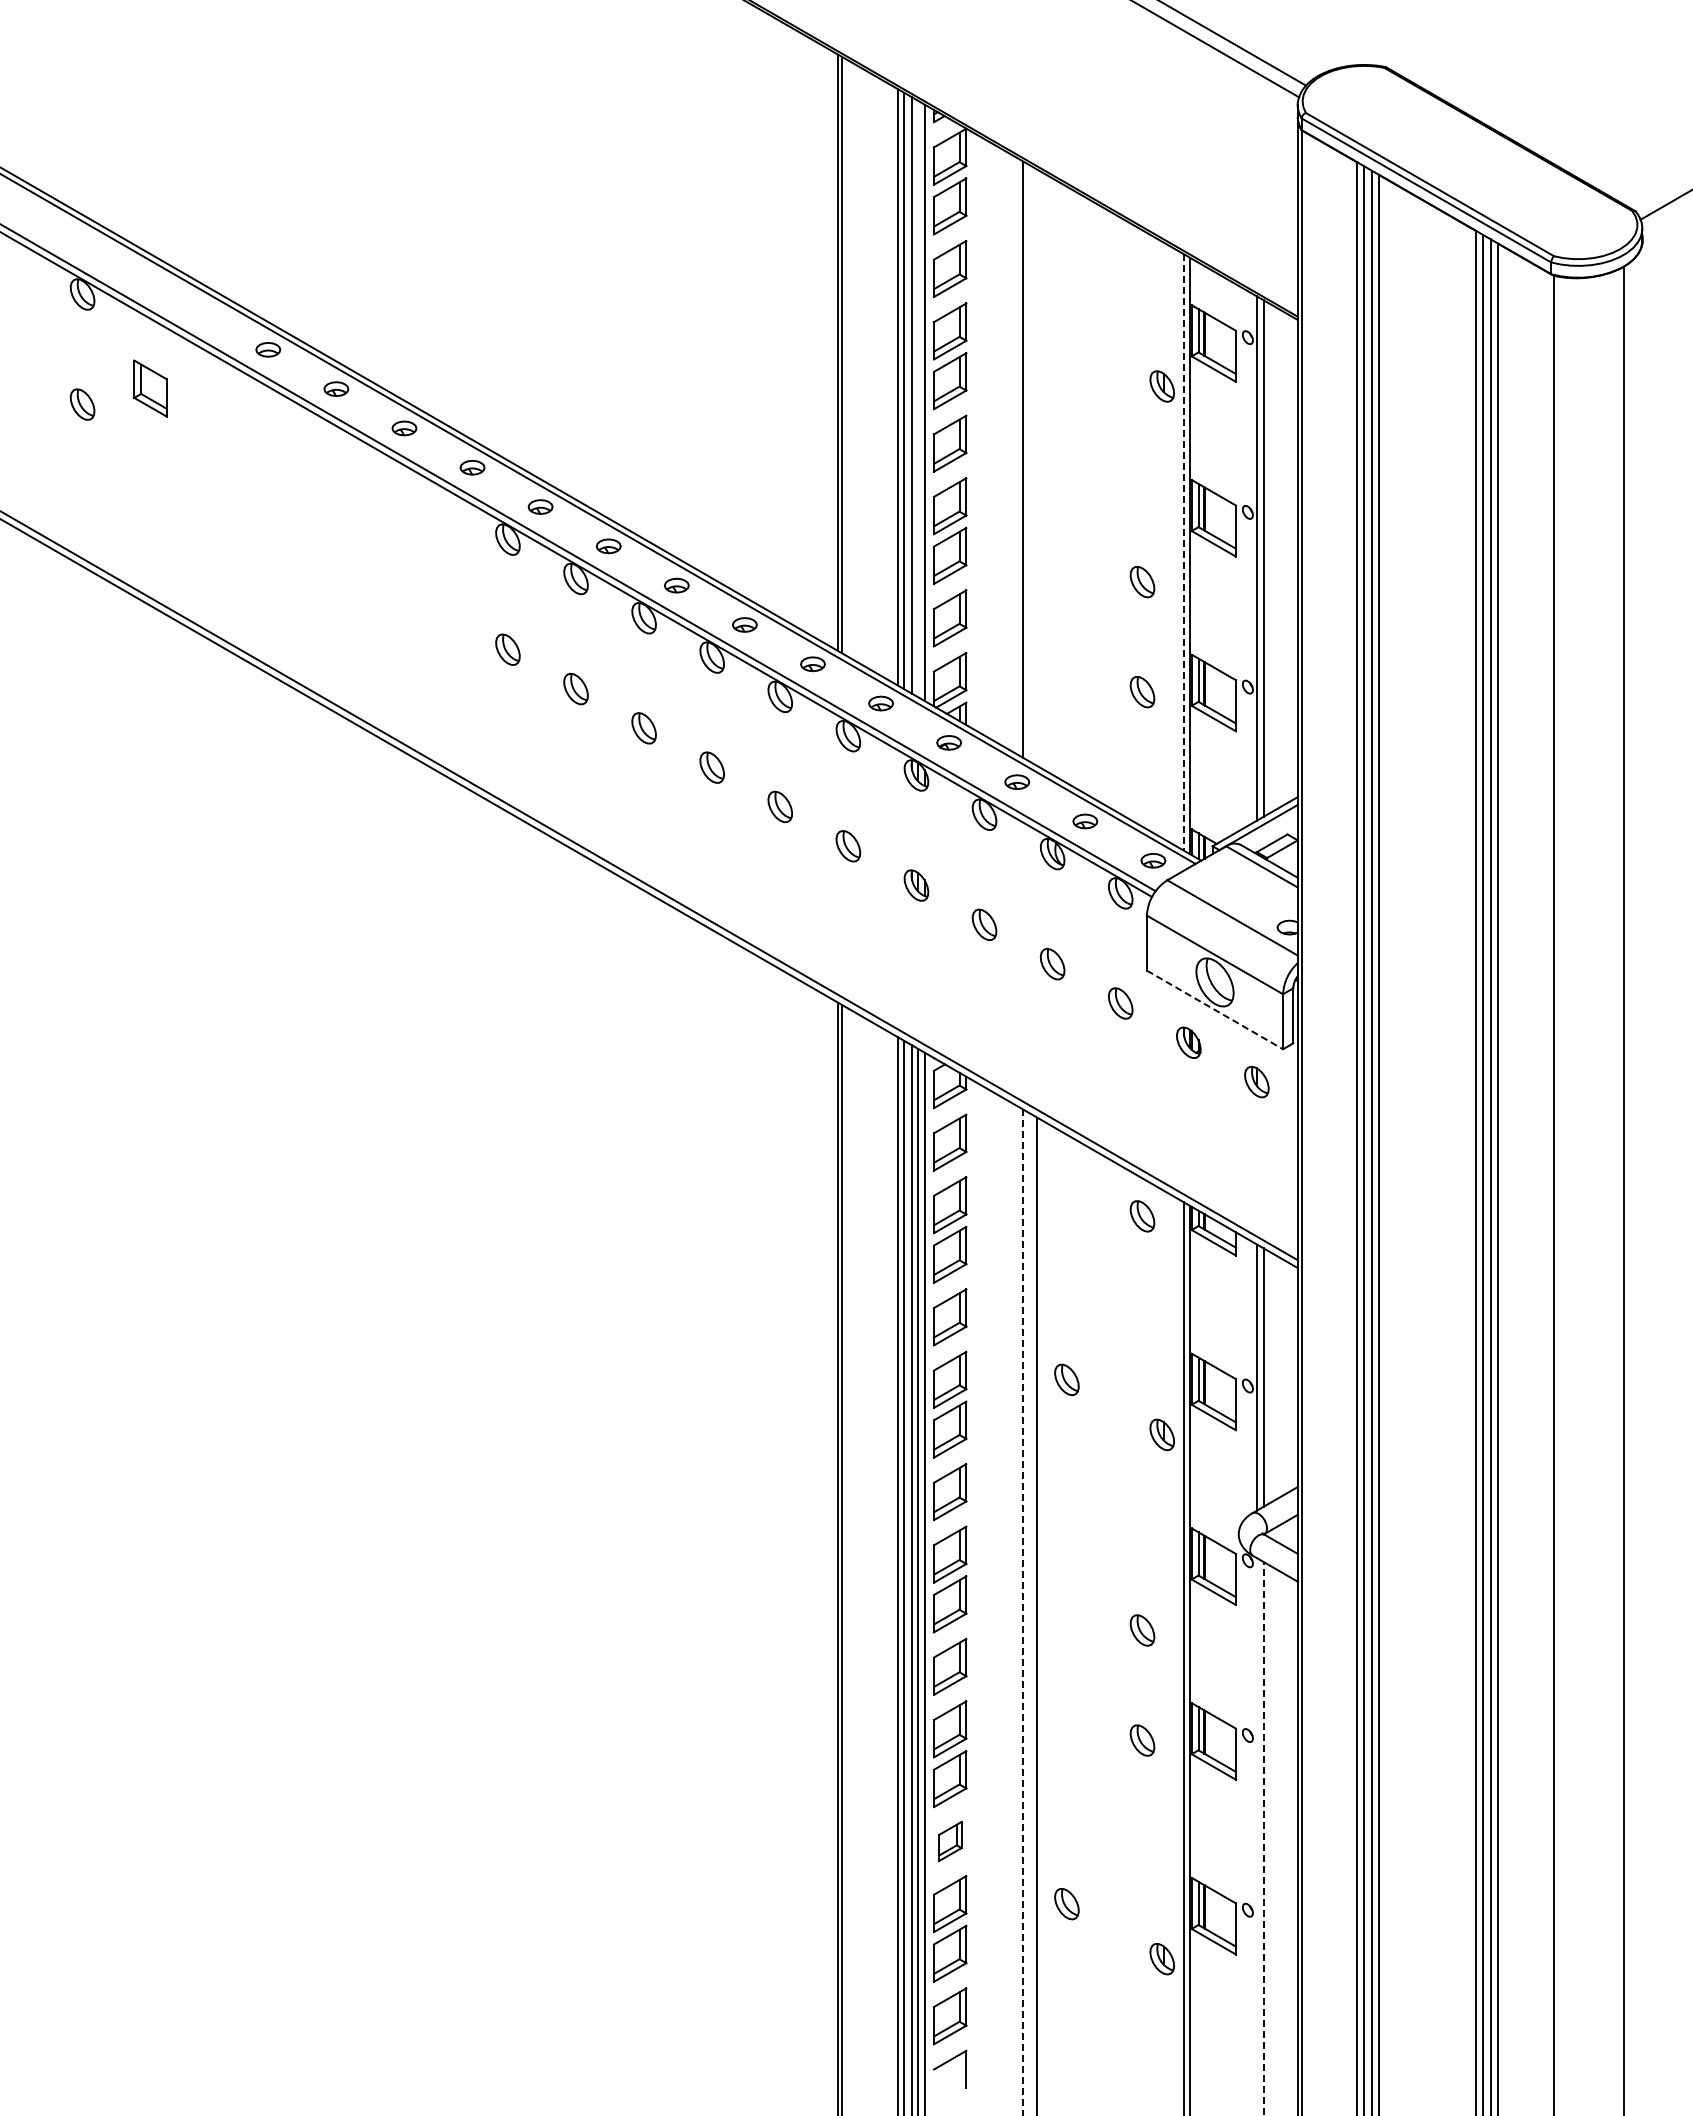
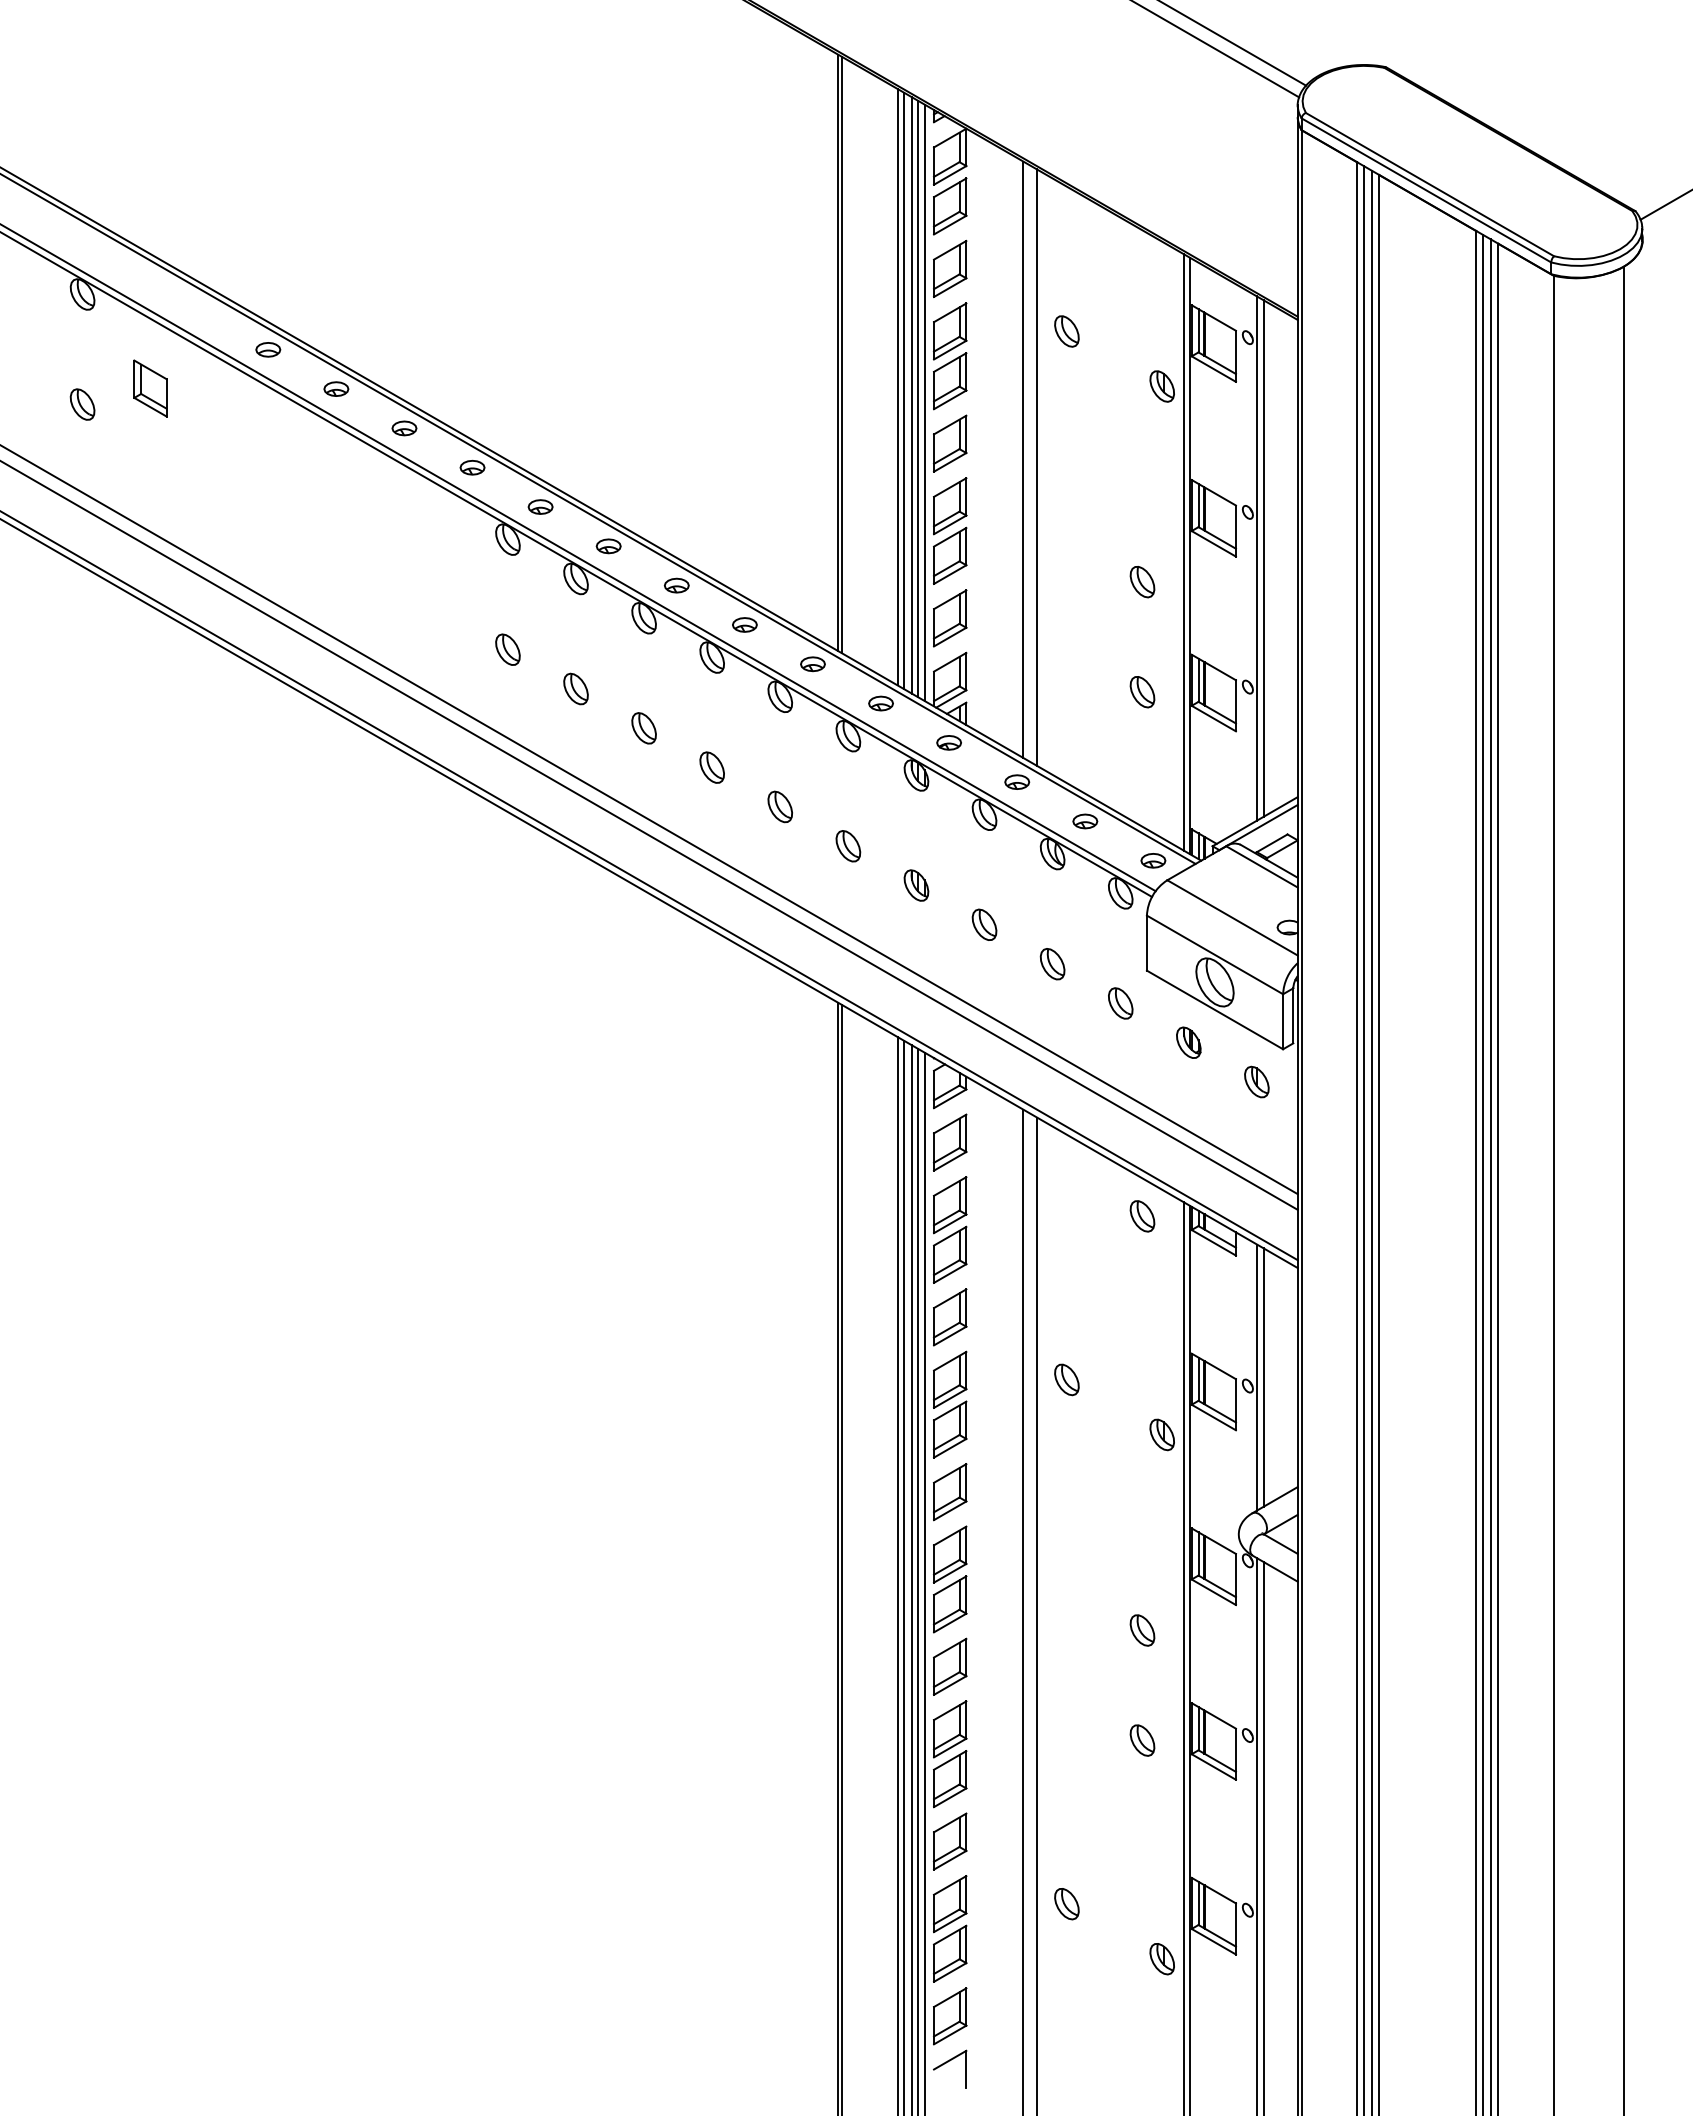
part at (1066, 331): none -> present
line at (917, 398): none -> present
line at (1036, 467): none -> present
line at (1184, 553): dashed -> solid
line at (649, 820): none -> present
line at (649, 835): none -> present
line at (1215, 1009): dashed -> solid
line at (1023, 1612): dashed -> solid
line at (1257, 1835): none -> present
line at (1263, 1839): dashed -> solid
part at (949, 1841) size: 26x42 px -> 35x59 px
